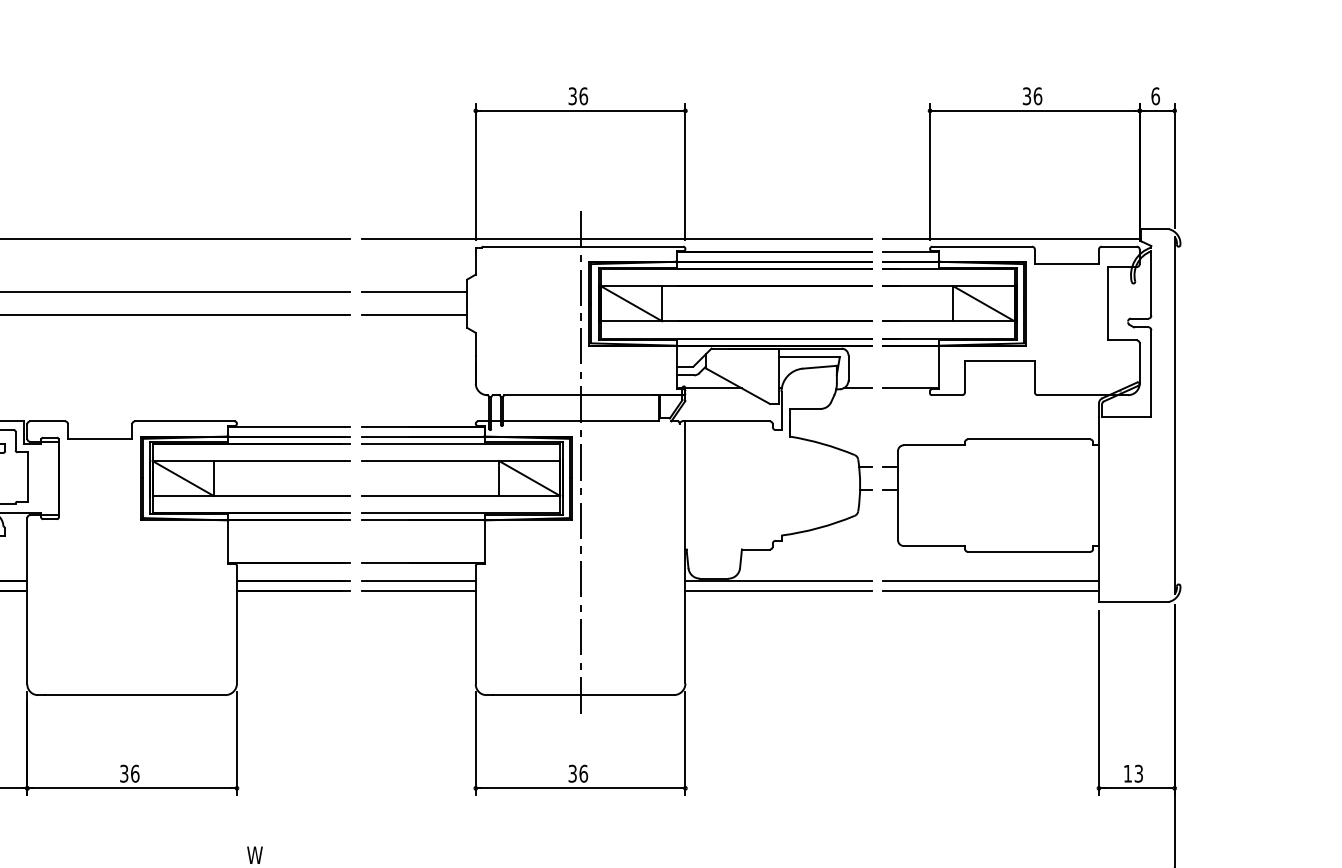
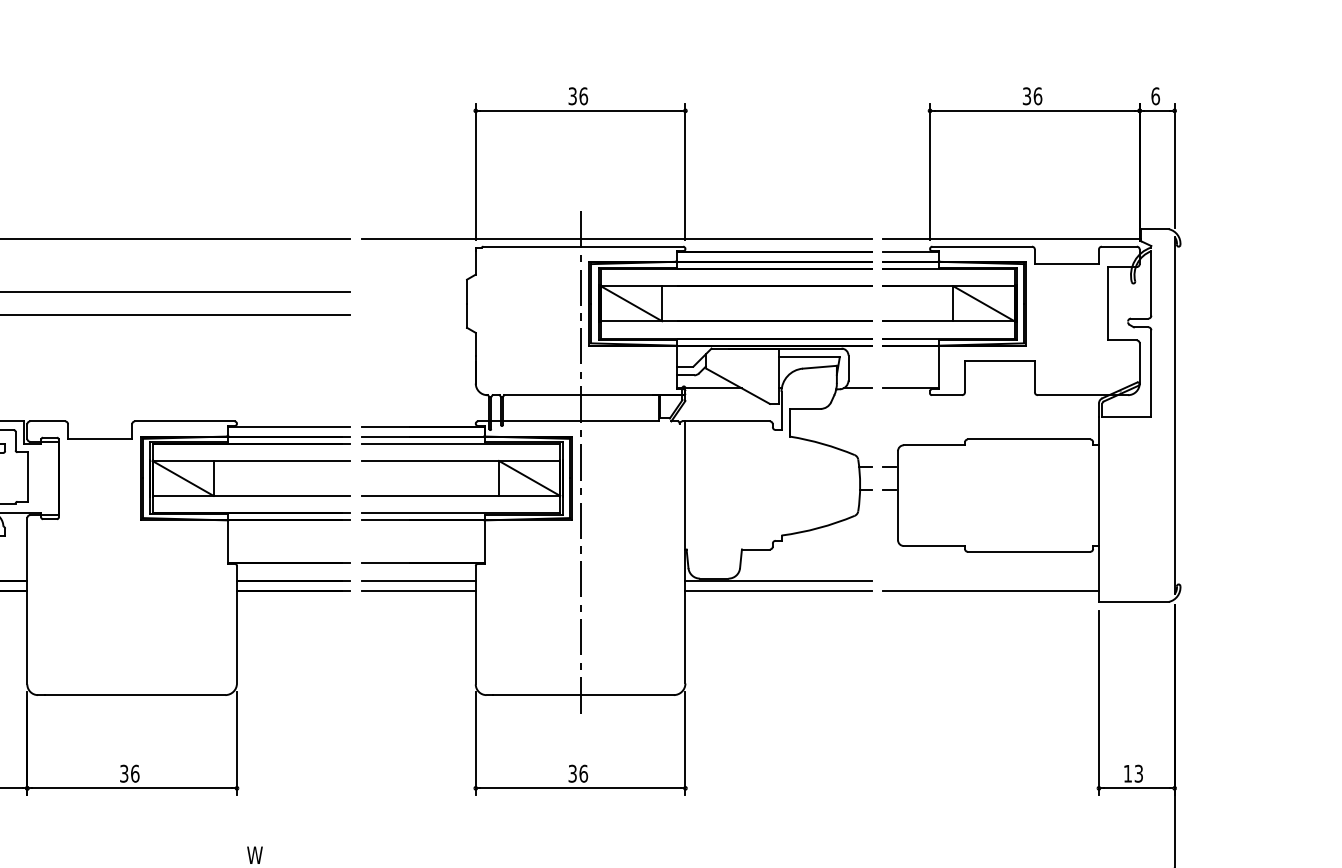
line at (414, 292): present -> none
line at (414, 315): present -> none
line at (990, 580): present -> none
